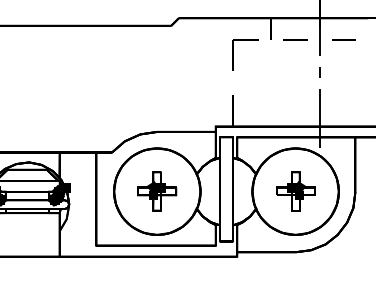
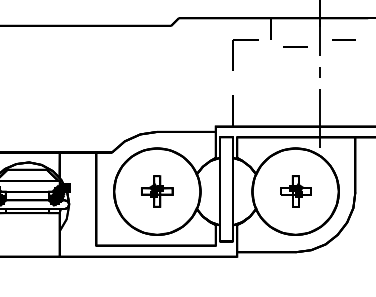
line at (295, 39) position: (295, 39) -> (295, 46)
part at (157, 191) size: 41x41 px -> 33x33 px
part at (295, 191) size: 40x41 px -> 32x33 px
